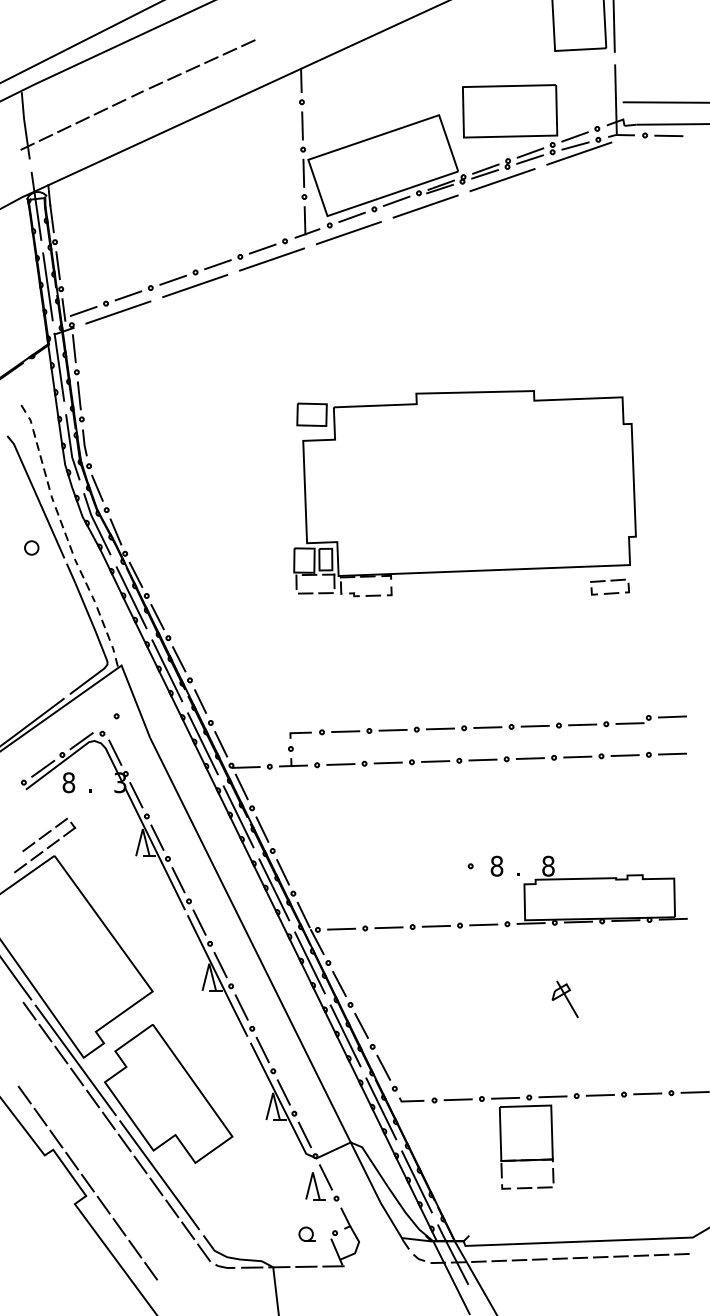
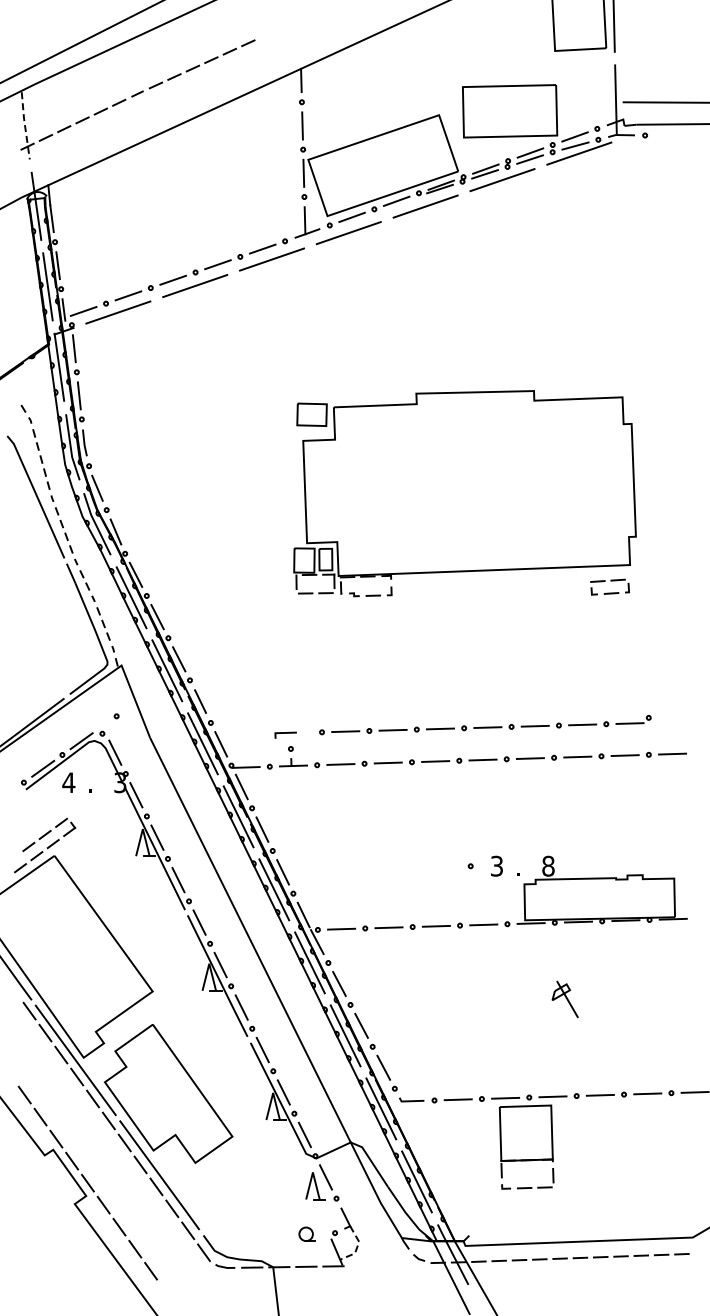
line at (25, 125): solid -> dashed
line at (668, 135): present -> none
circle at (31, 547): present -> none
line at (672, 716): present -> none
line at (300, 733) position: (300, 733) -> (285, 733)
text at (68, 782): 8 -> 4
text at (496, 865): 8 -> 3
line at (357, 1246): solid -> dashed
